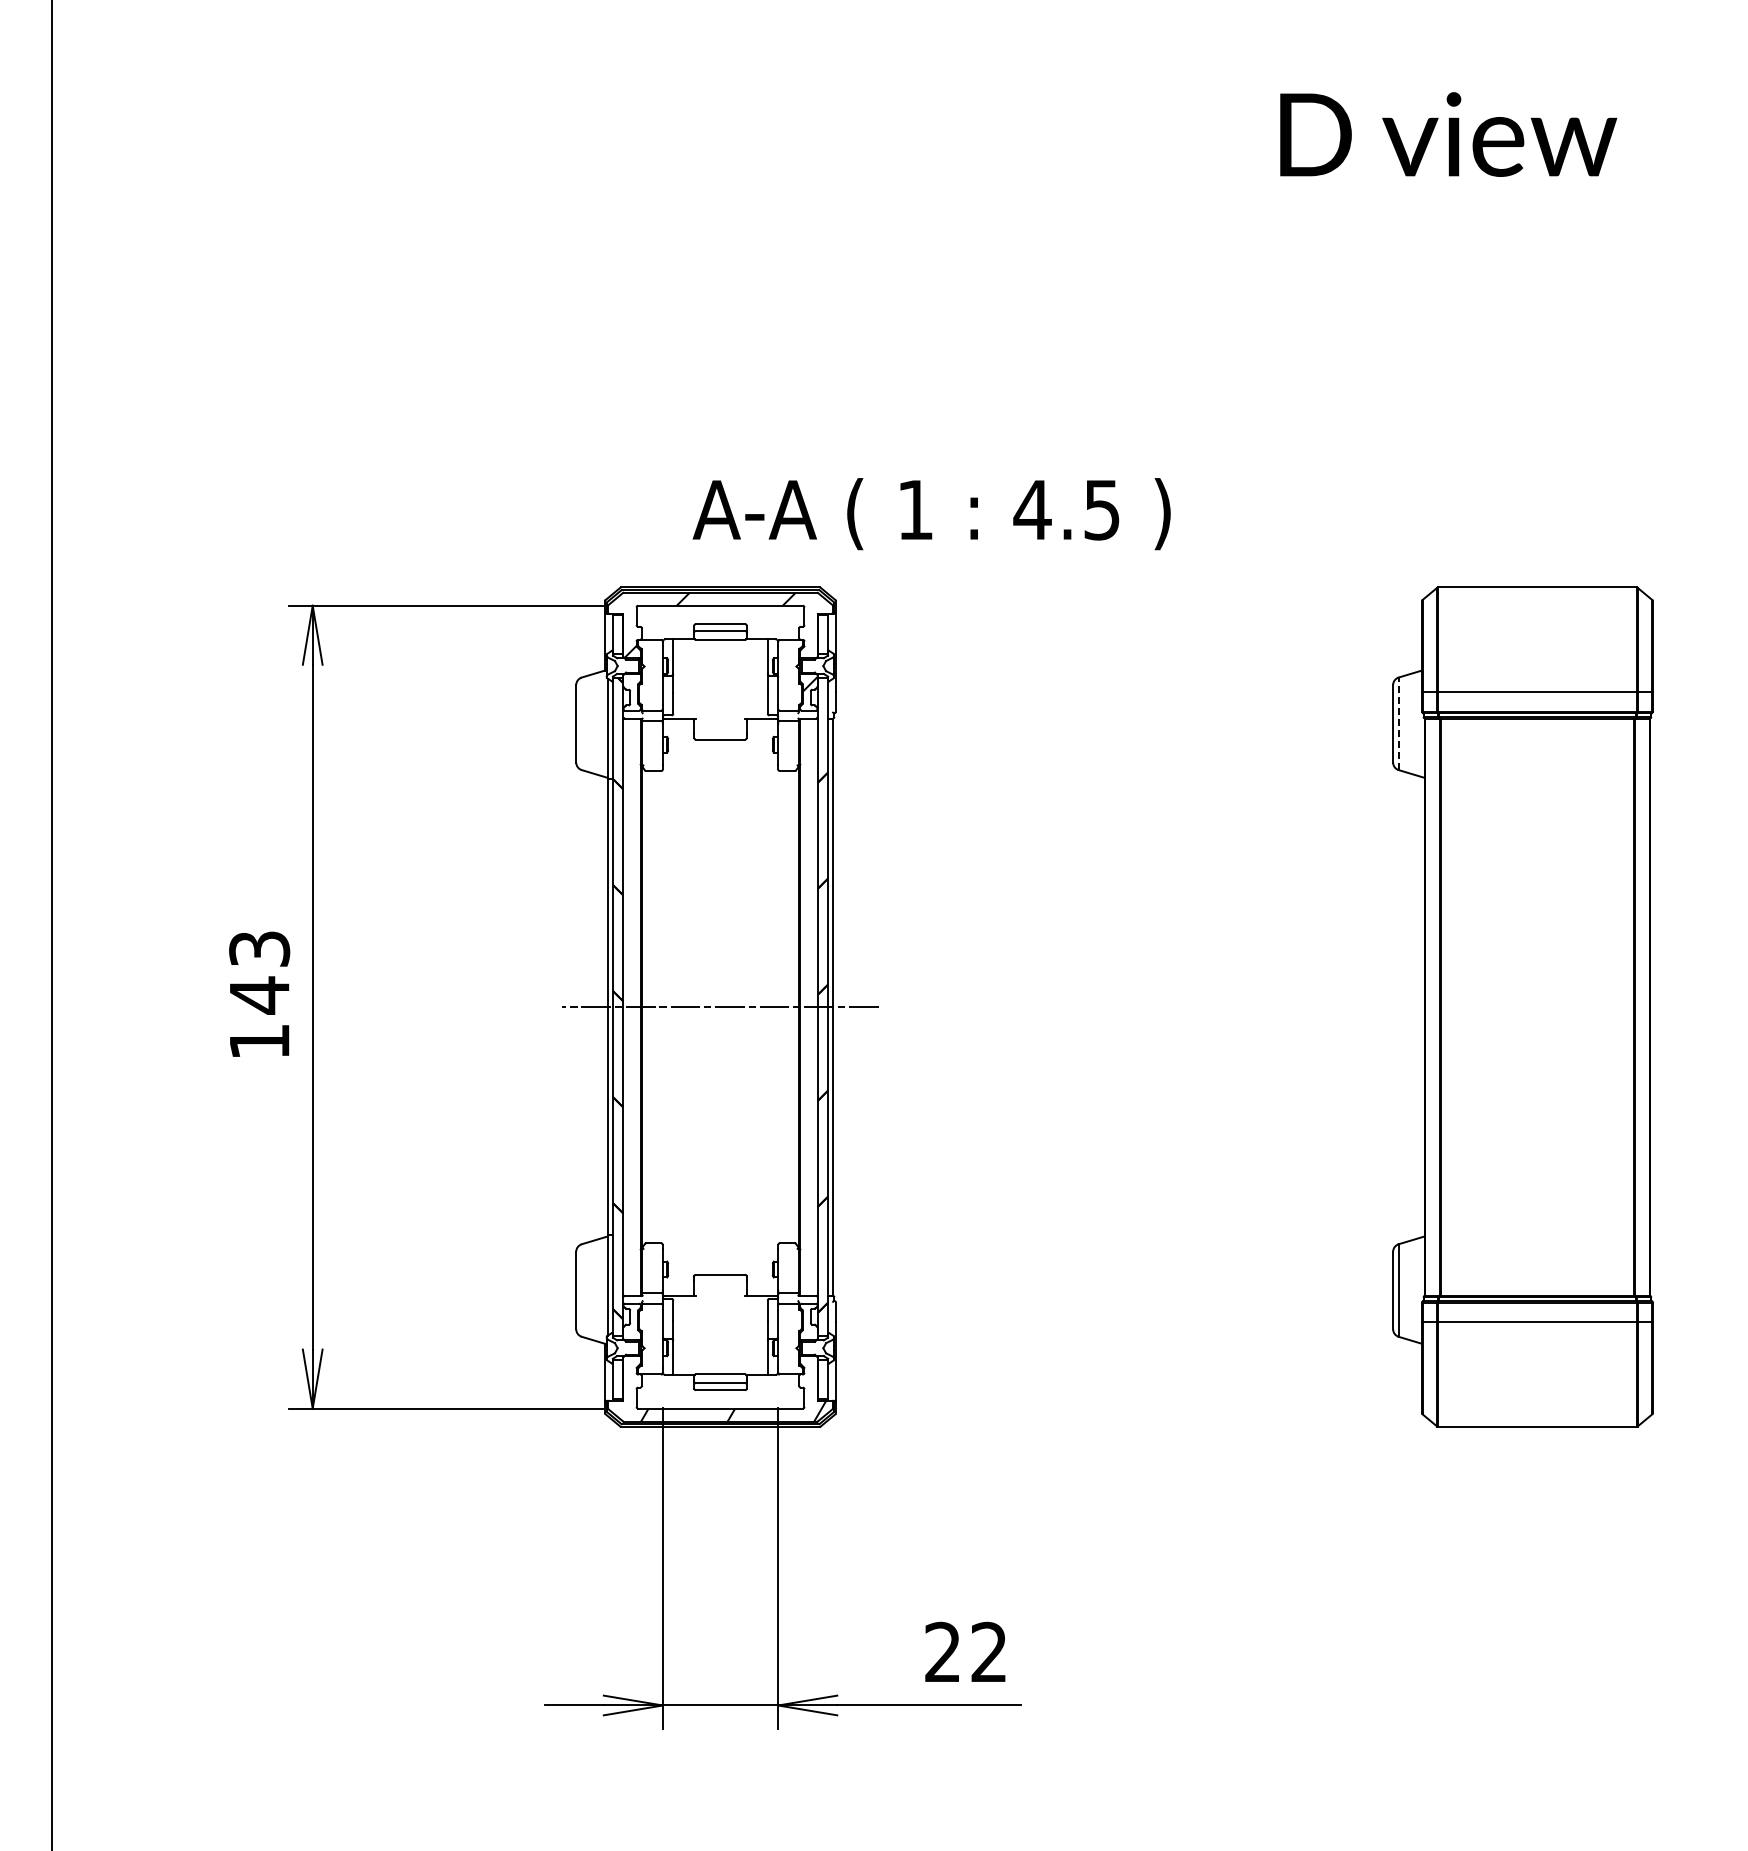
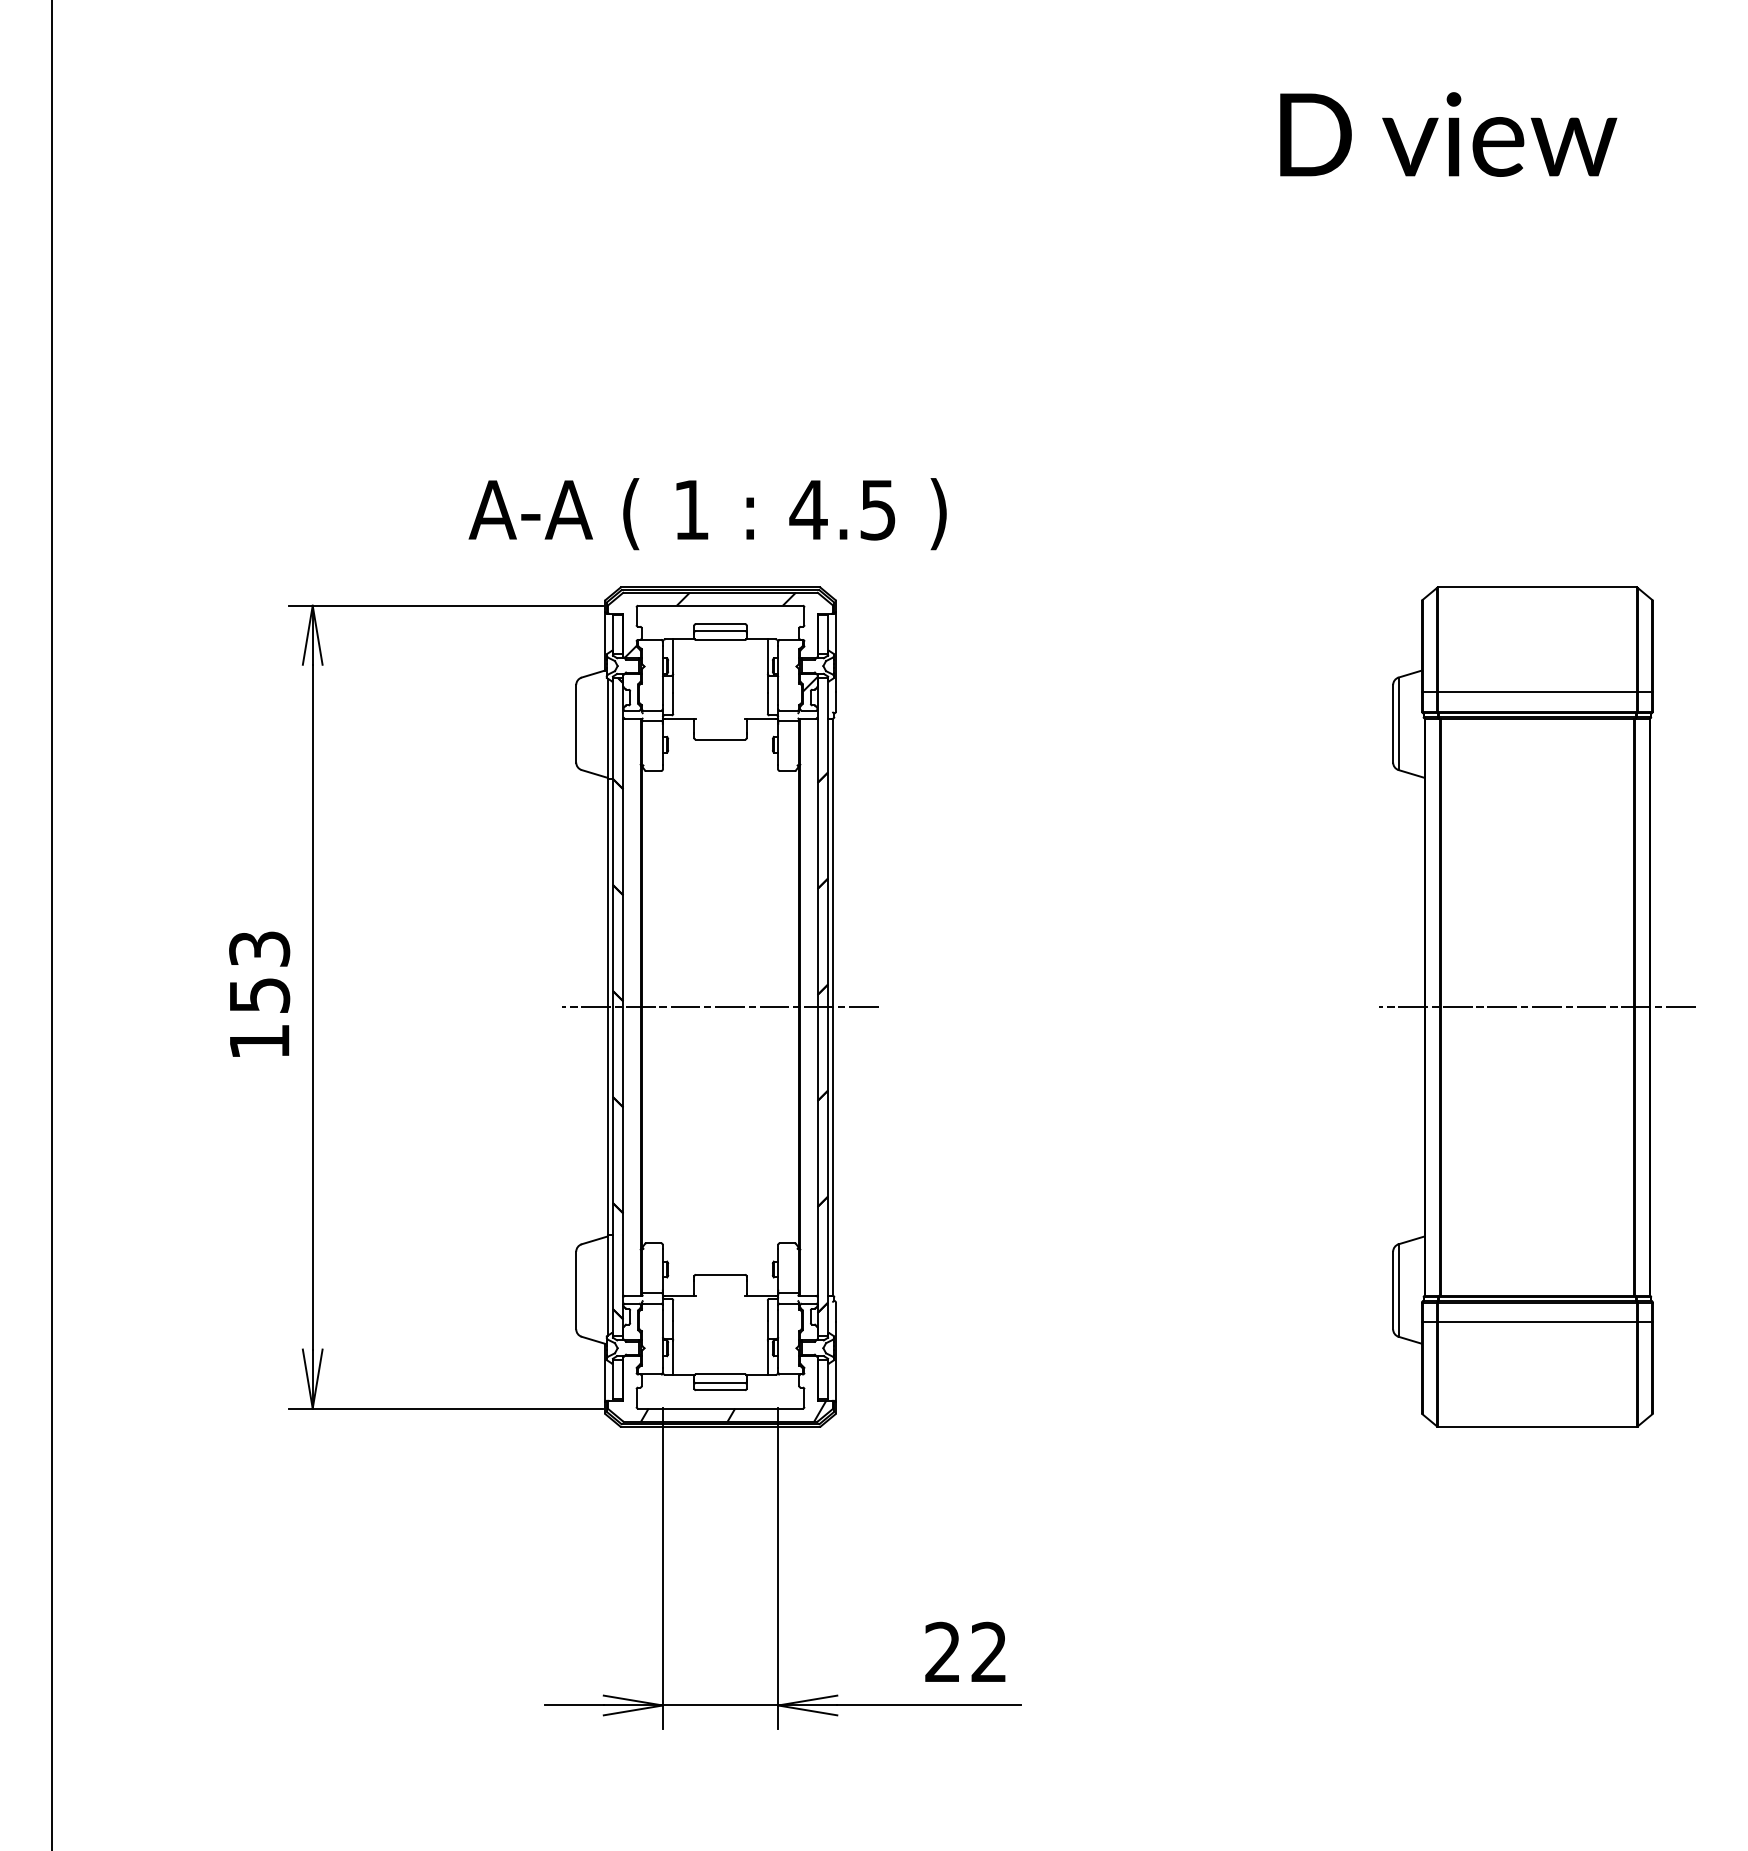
text at (931, 514) position: (931, 514) -> (707, 514)
line at (1398, 723): dashed -> solid
text at (260, 995): 143 -> 153
line at (1537, 1007): none -> present
